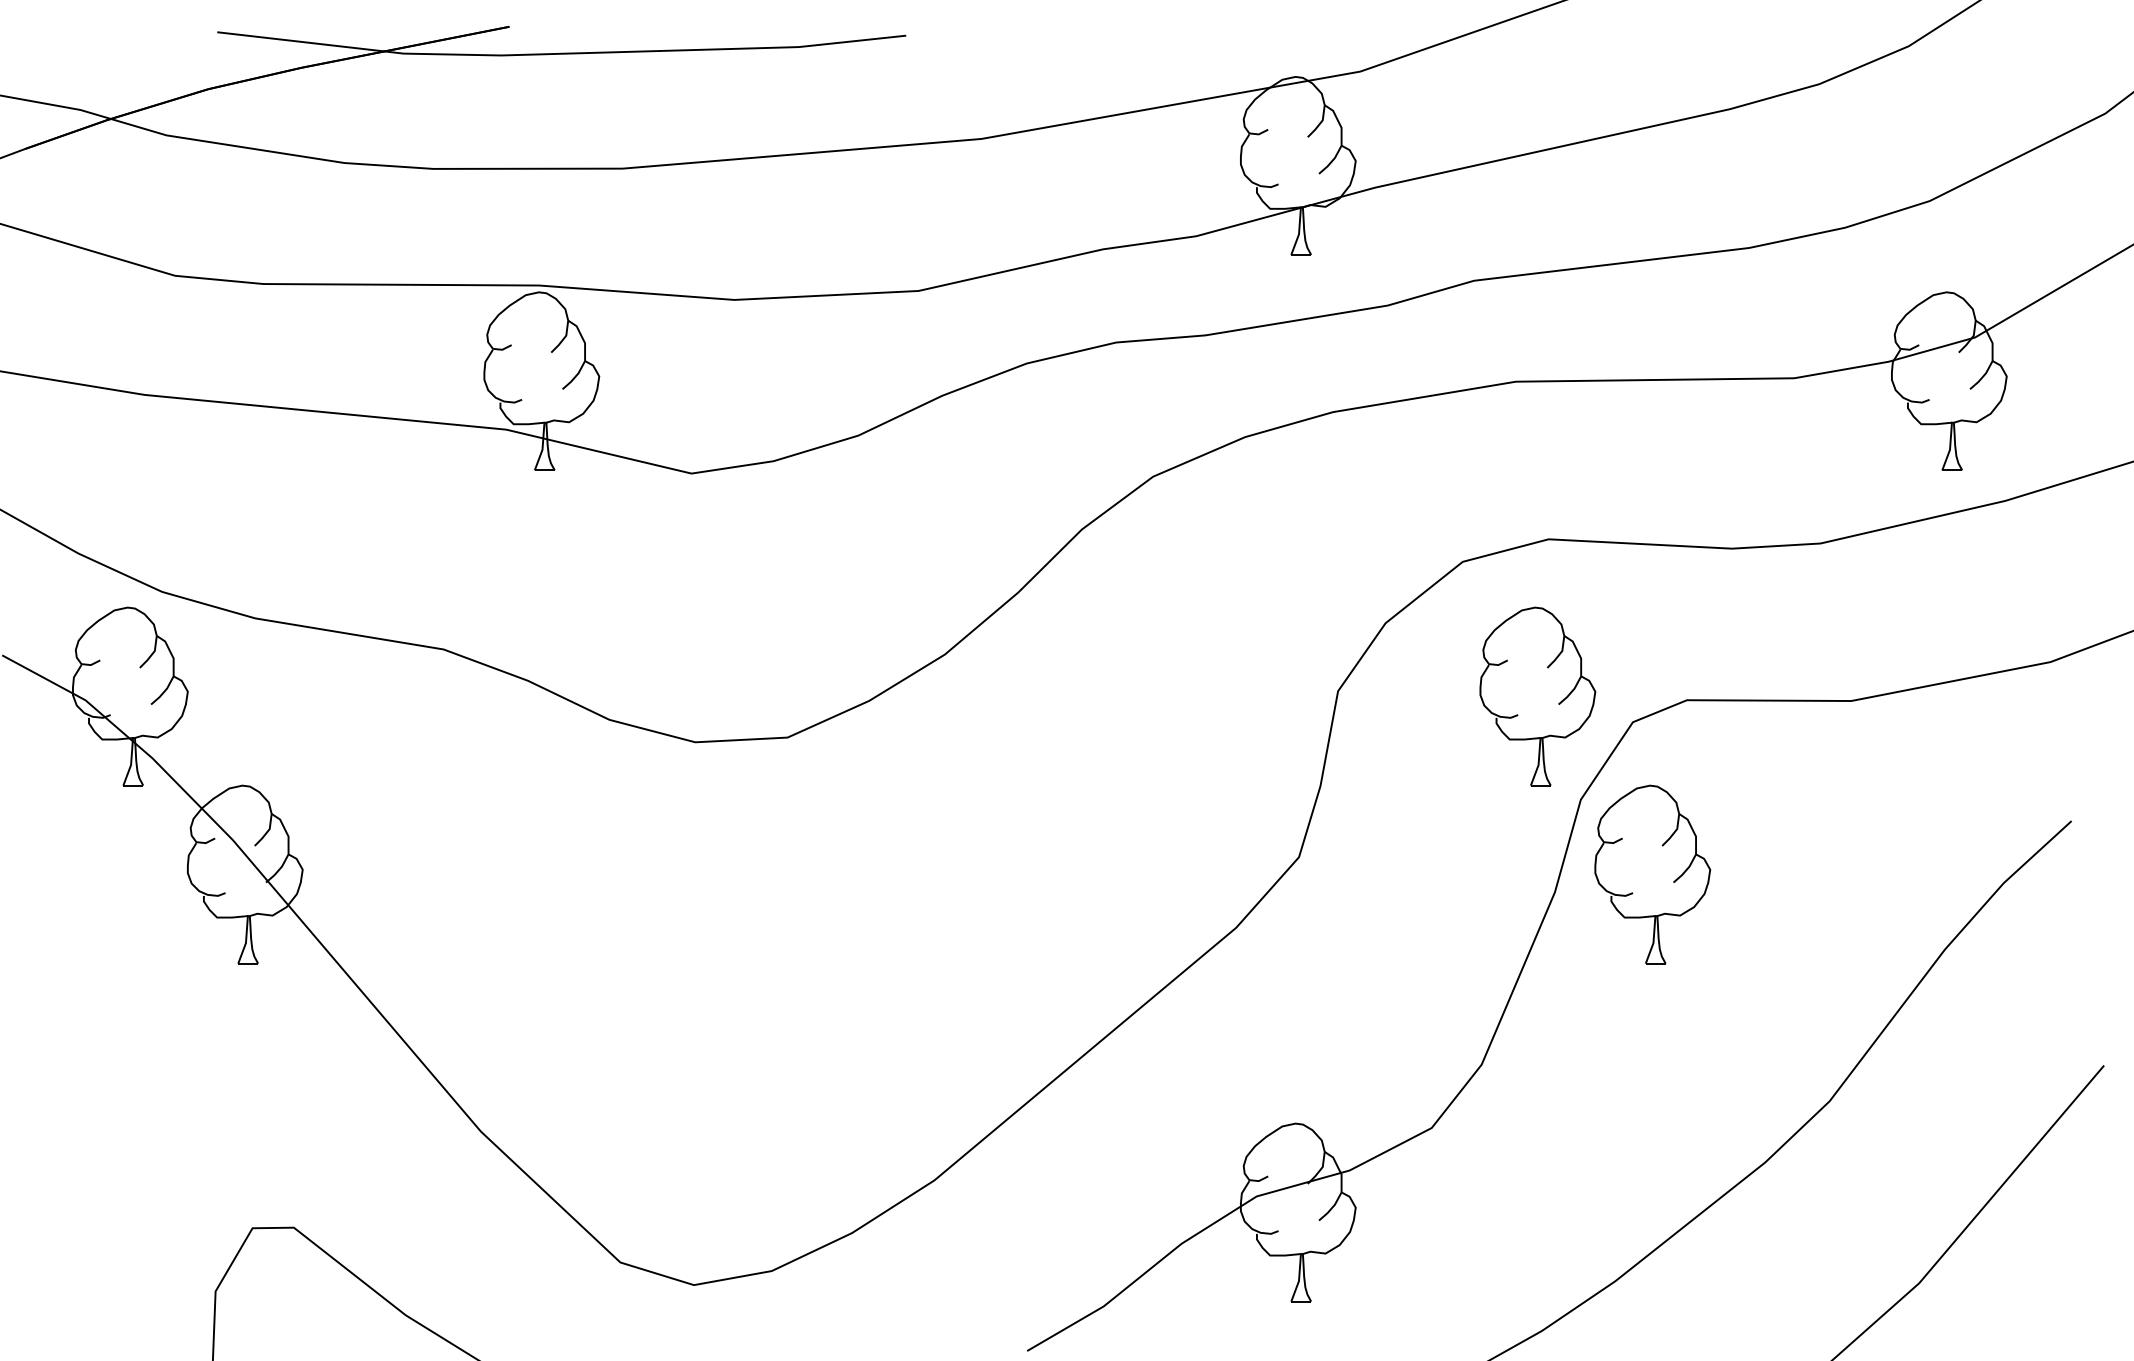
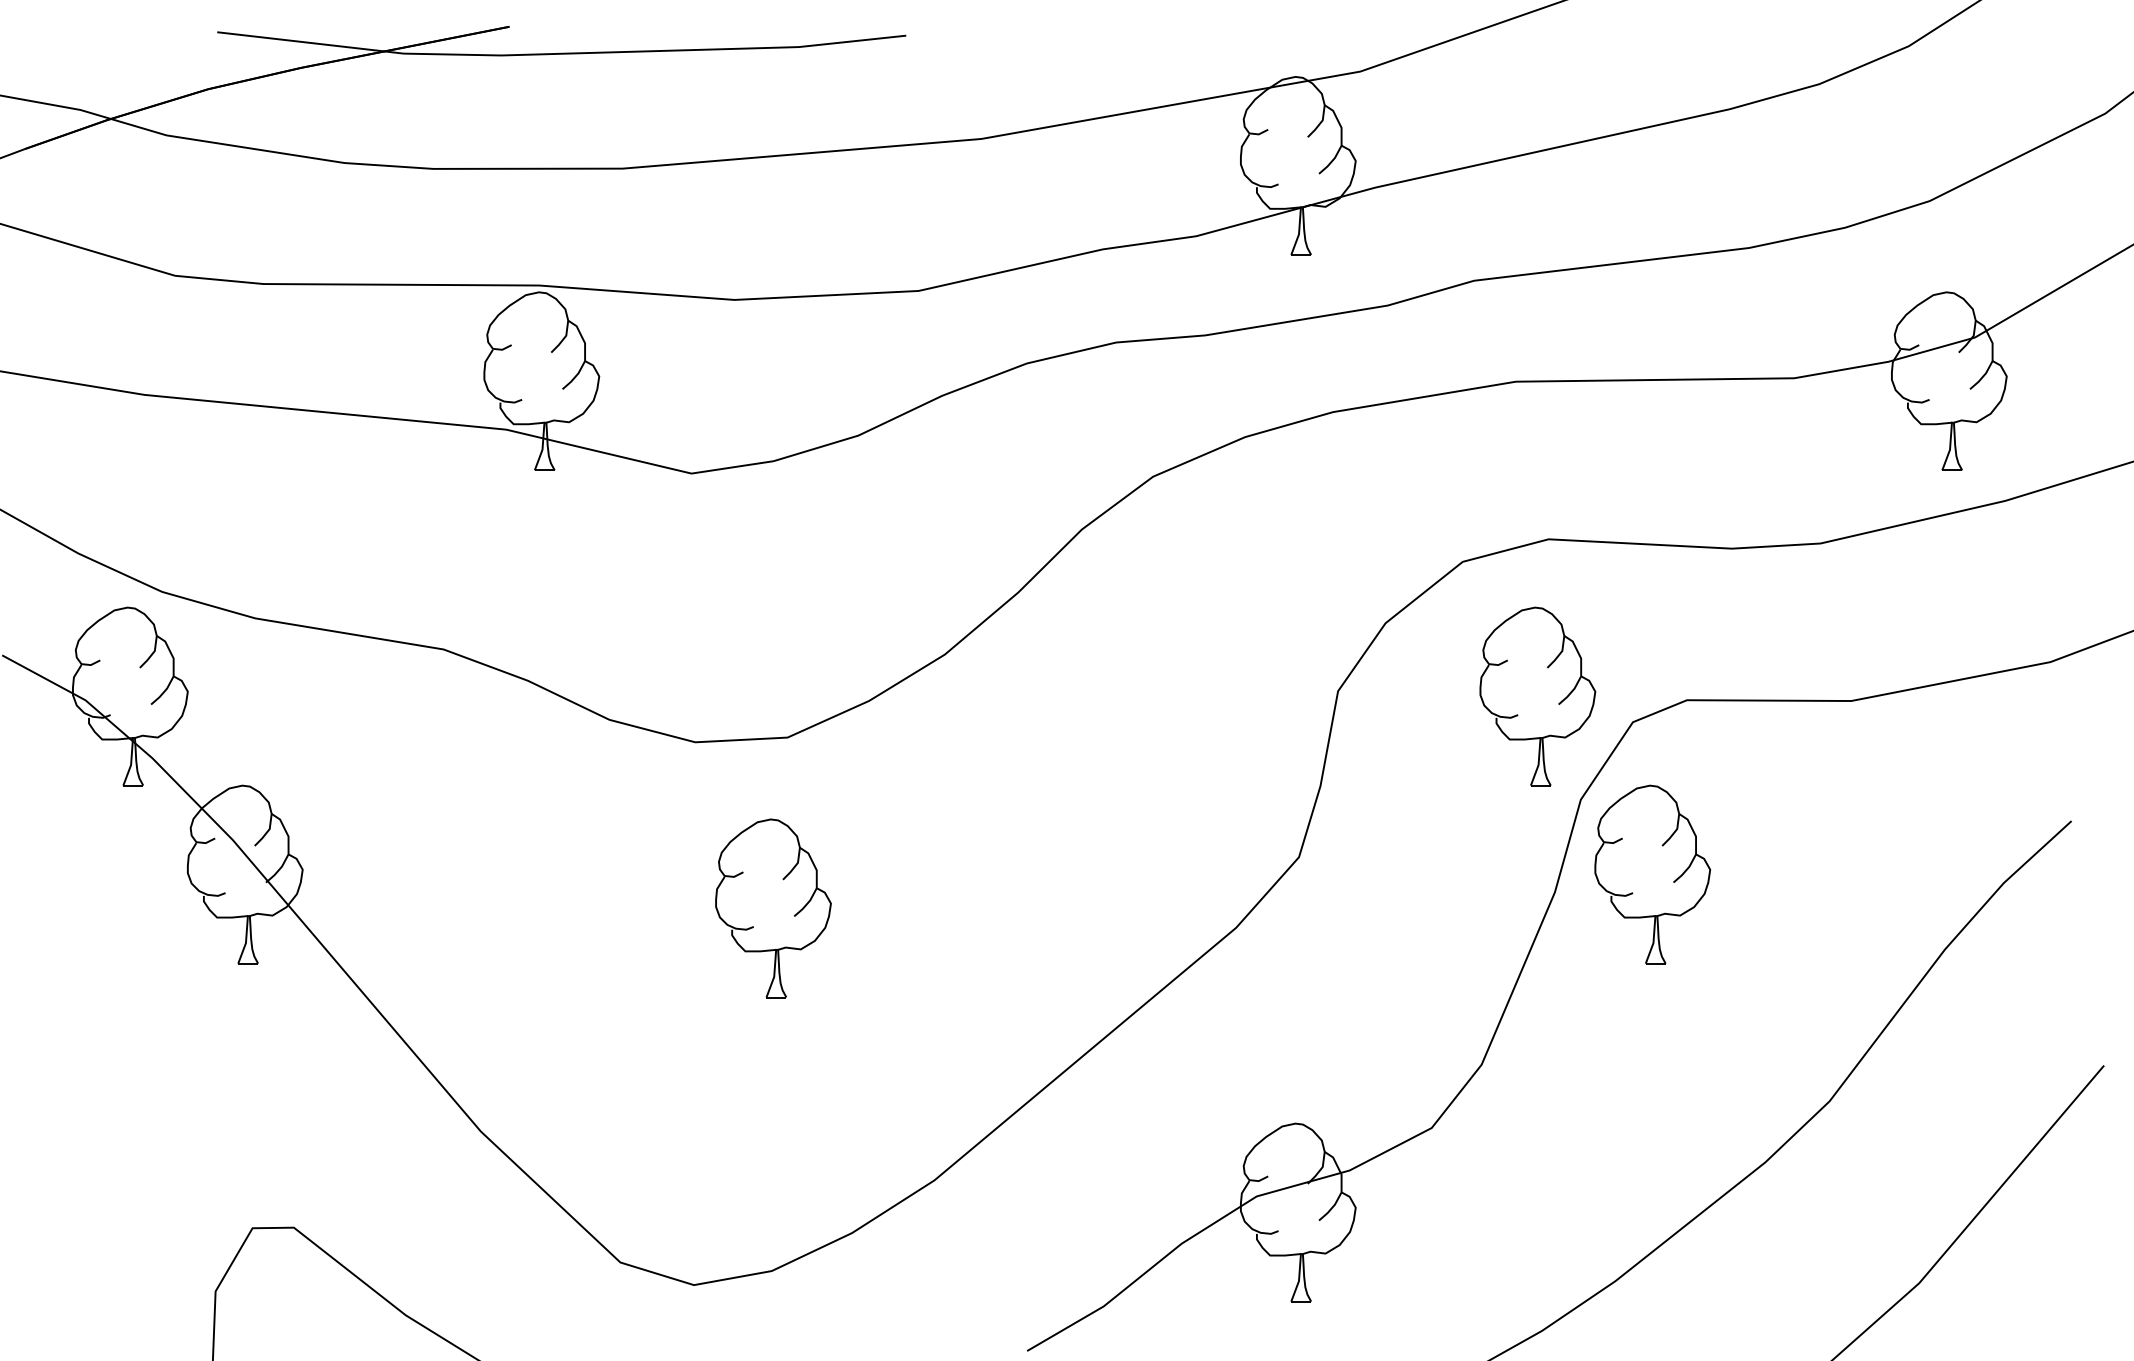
part at (773, 908): none -> present
